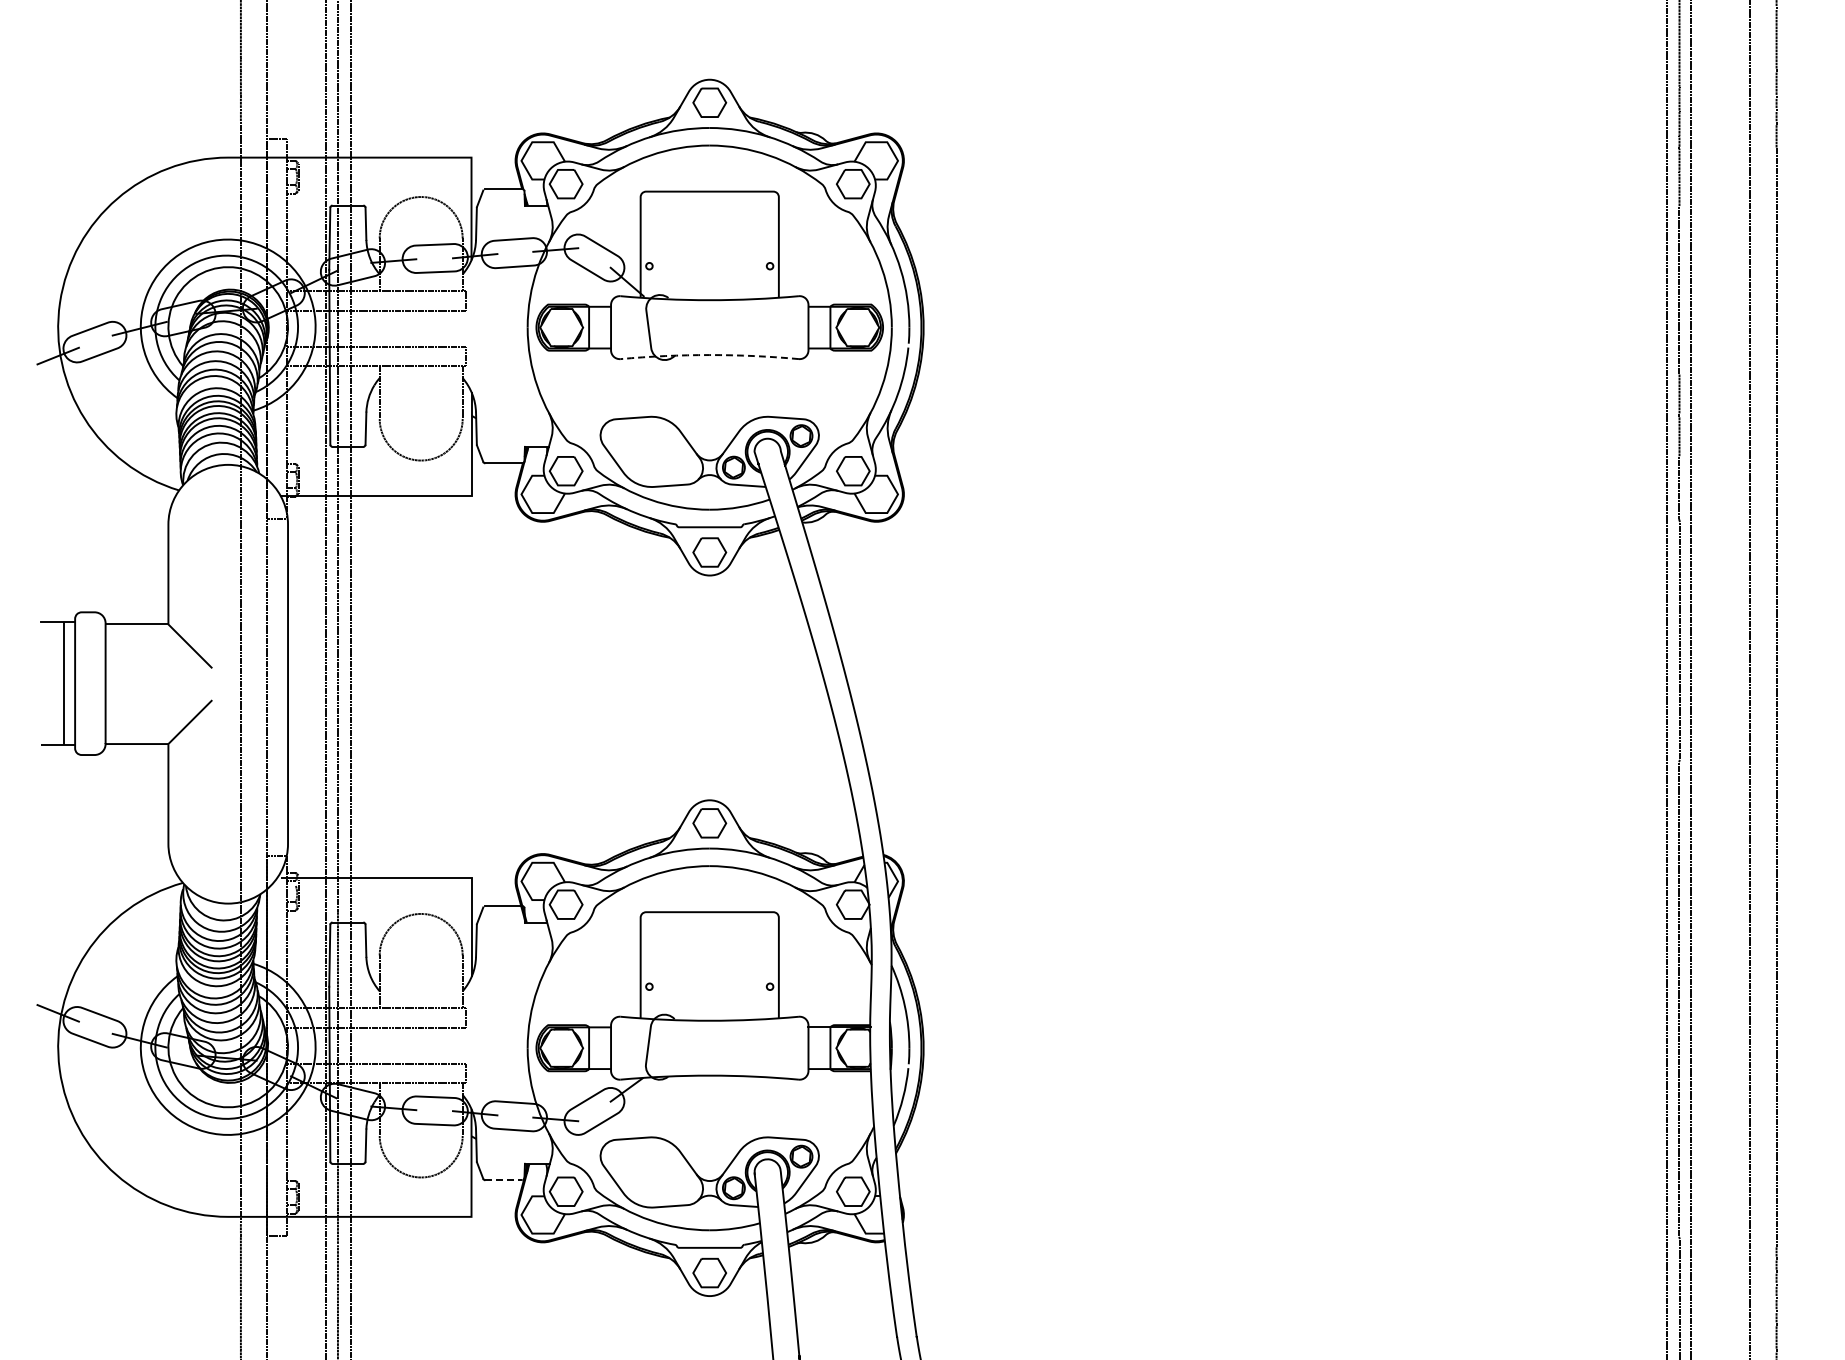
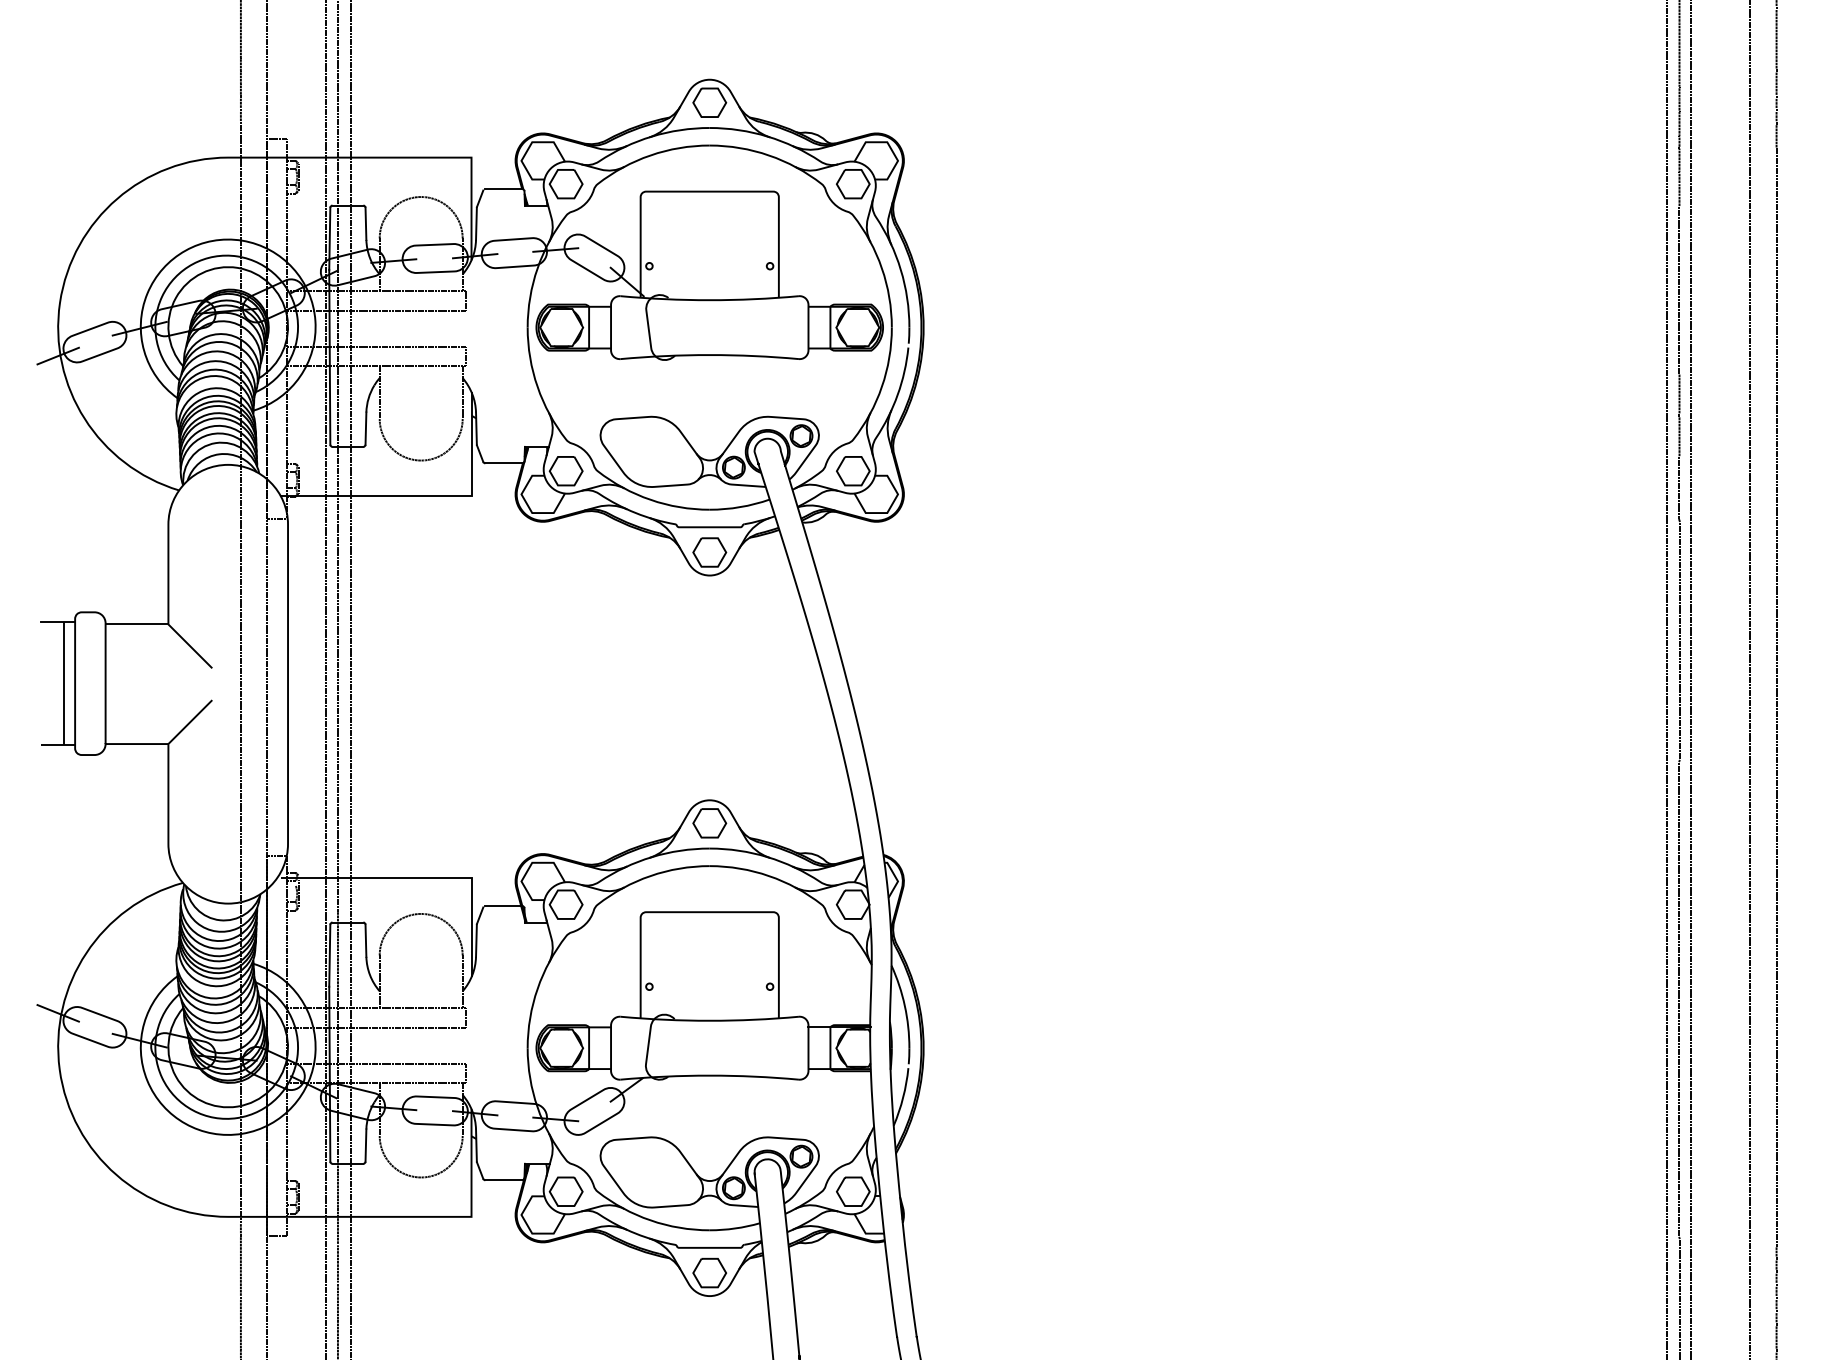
arc at (709, 355): dashed -> solid
line at (504, 1180): dashed -> solid
